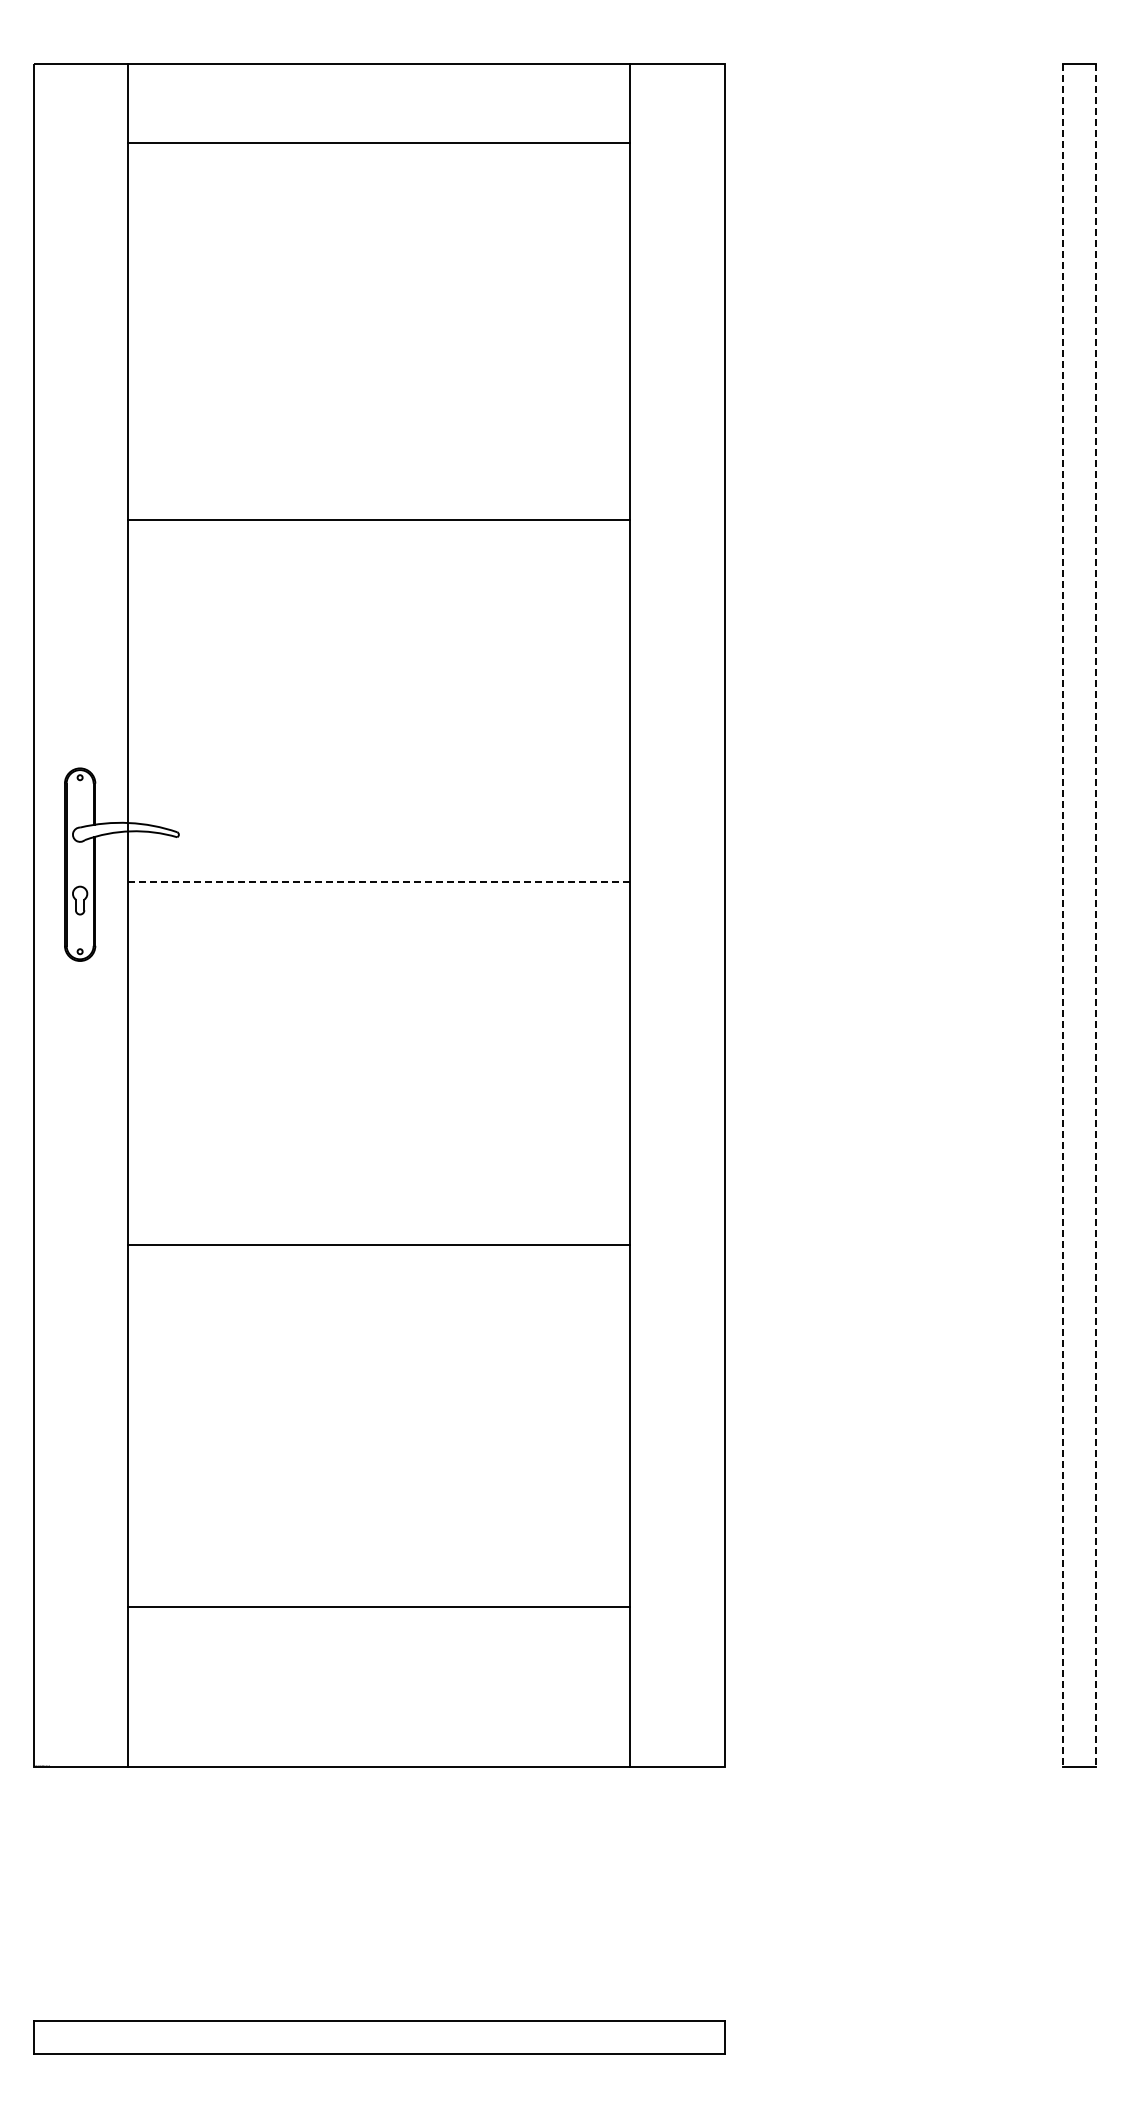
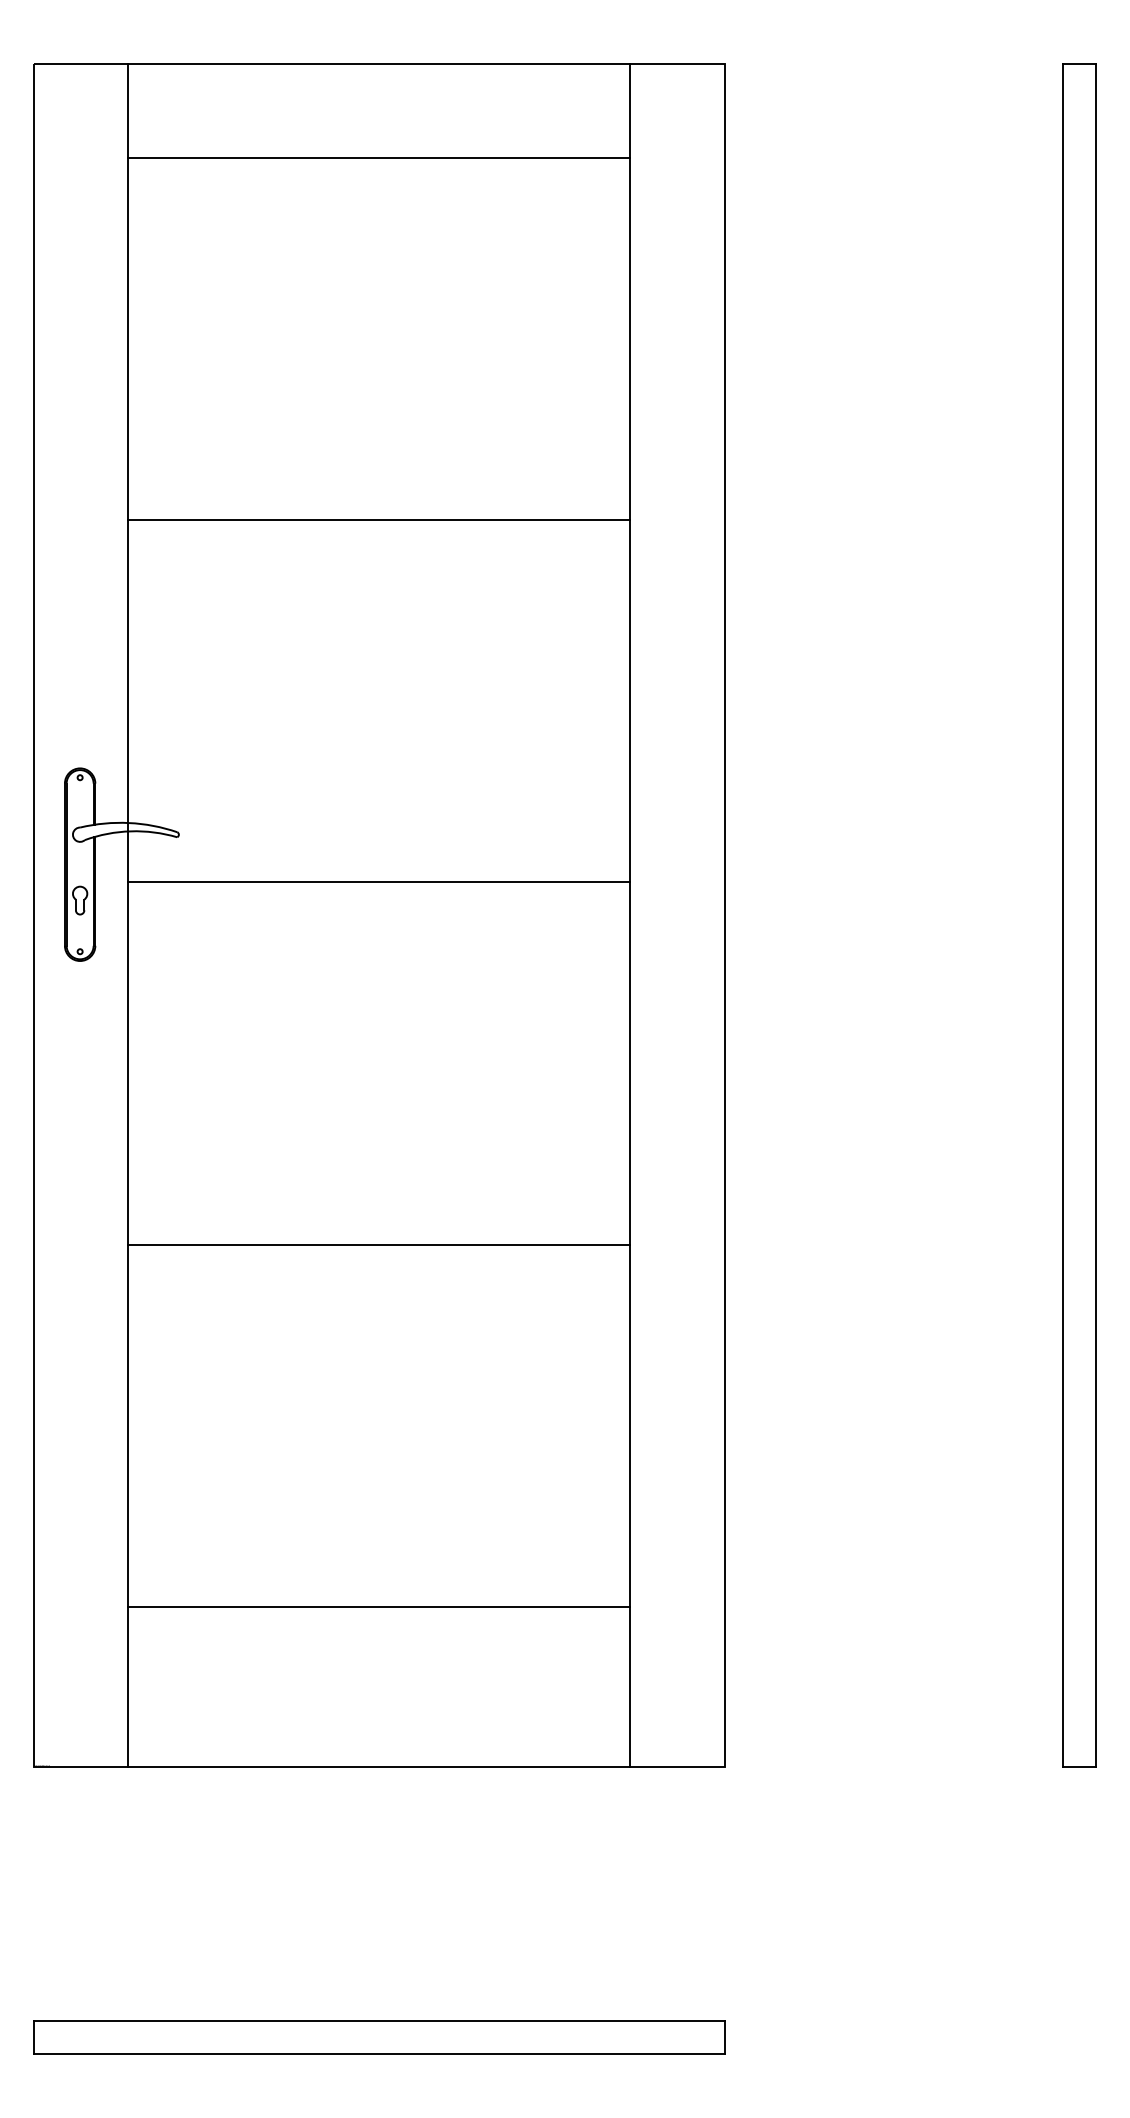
line at (379, 143) position: (379, 143) -> (379, 158)
line at (379, 882): dashed -> solid
line at (1062, 915): dashed -> solid
line at (1096, 915): dashed -> solid
